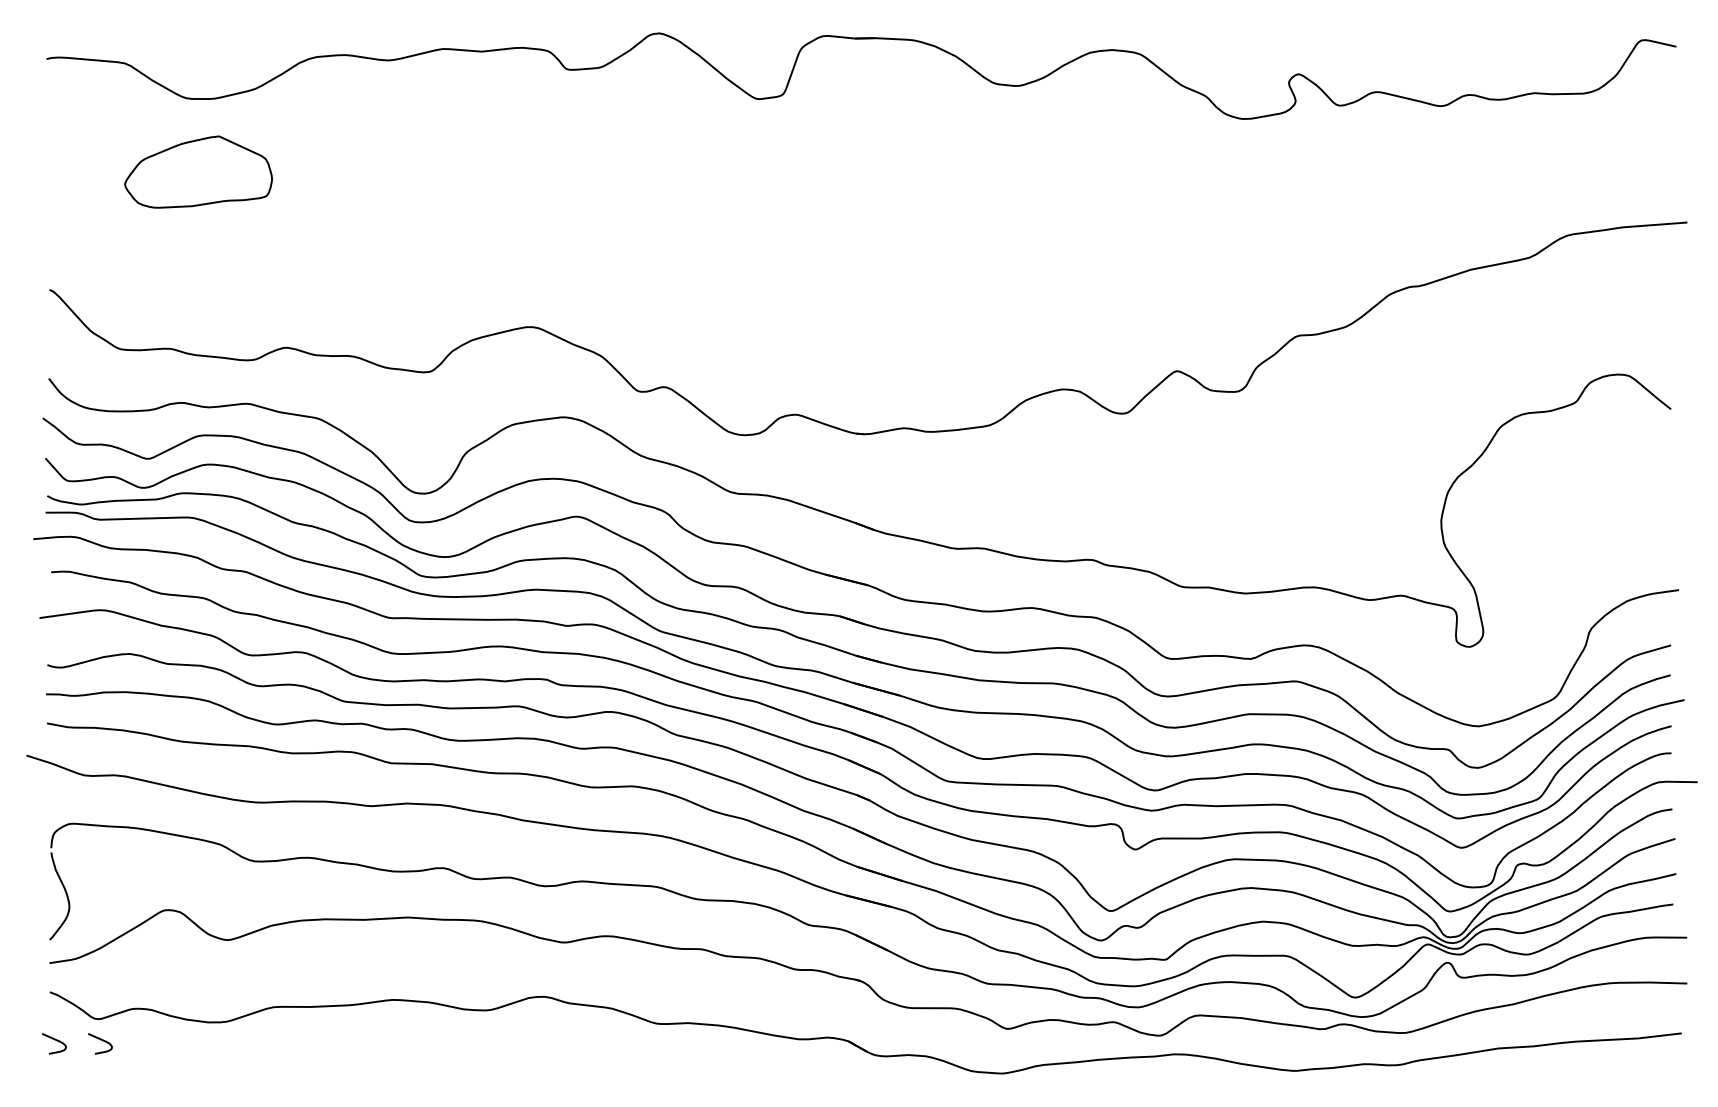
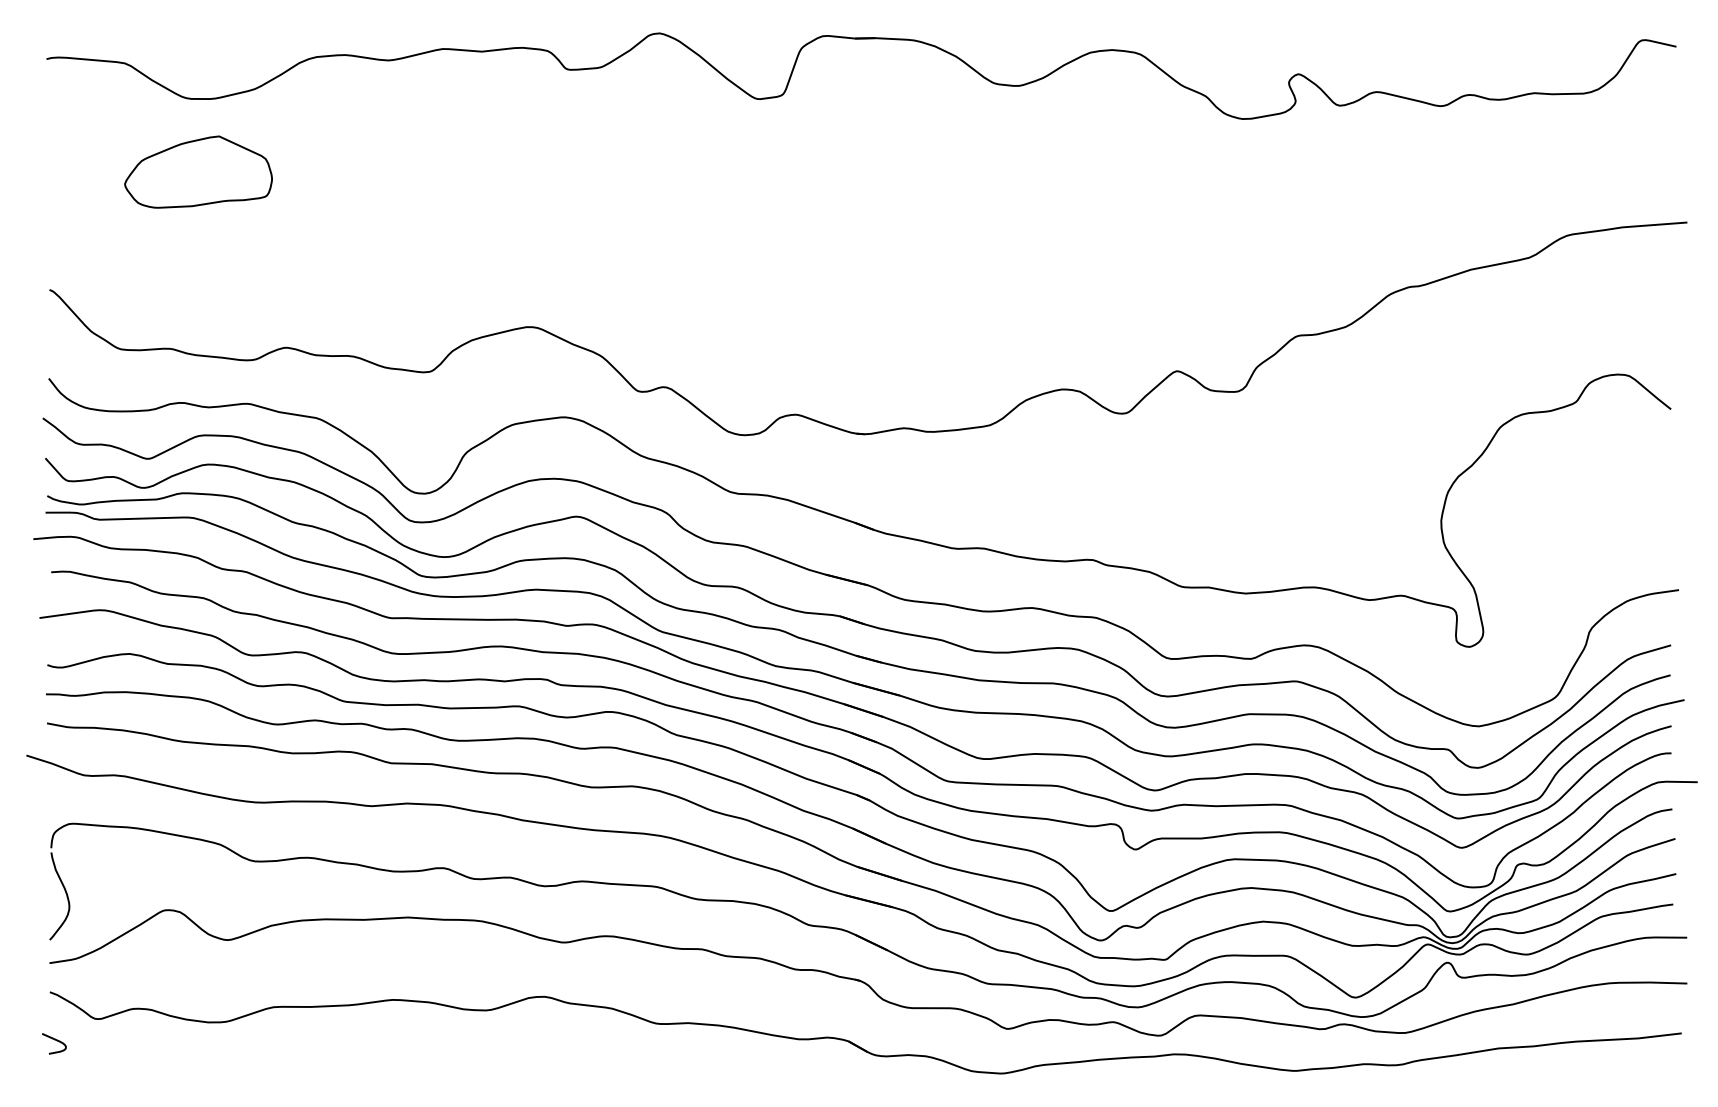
curve at (102, 1041): present -> none
